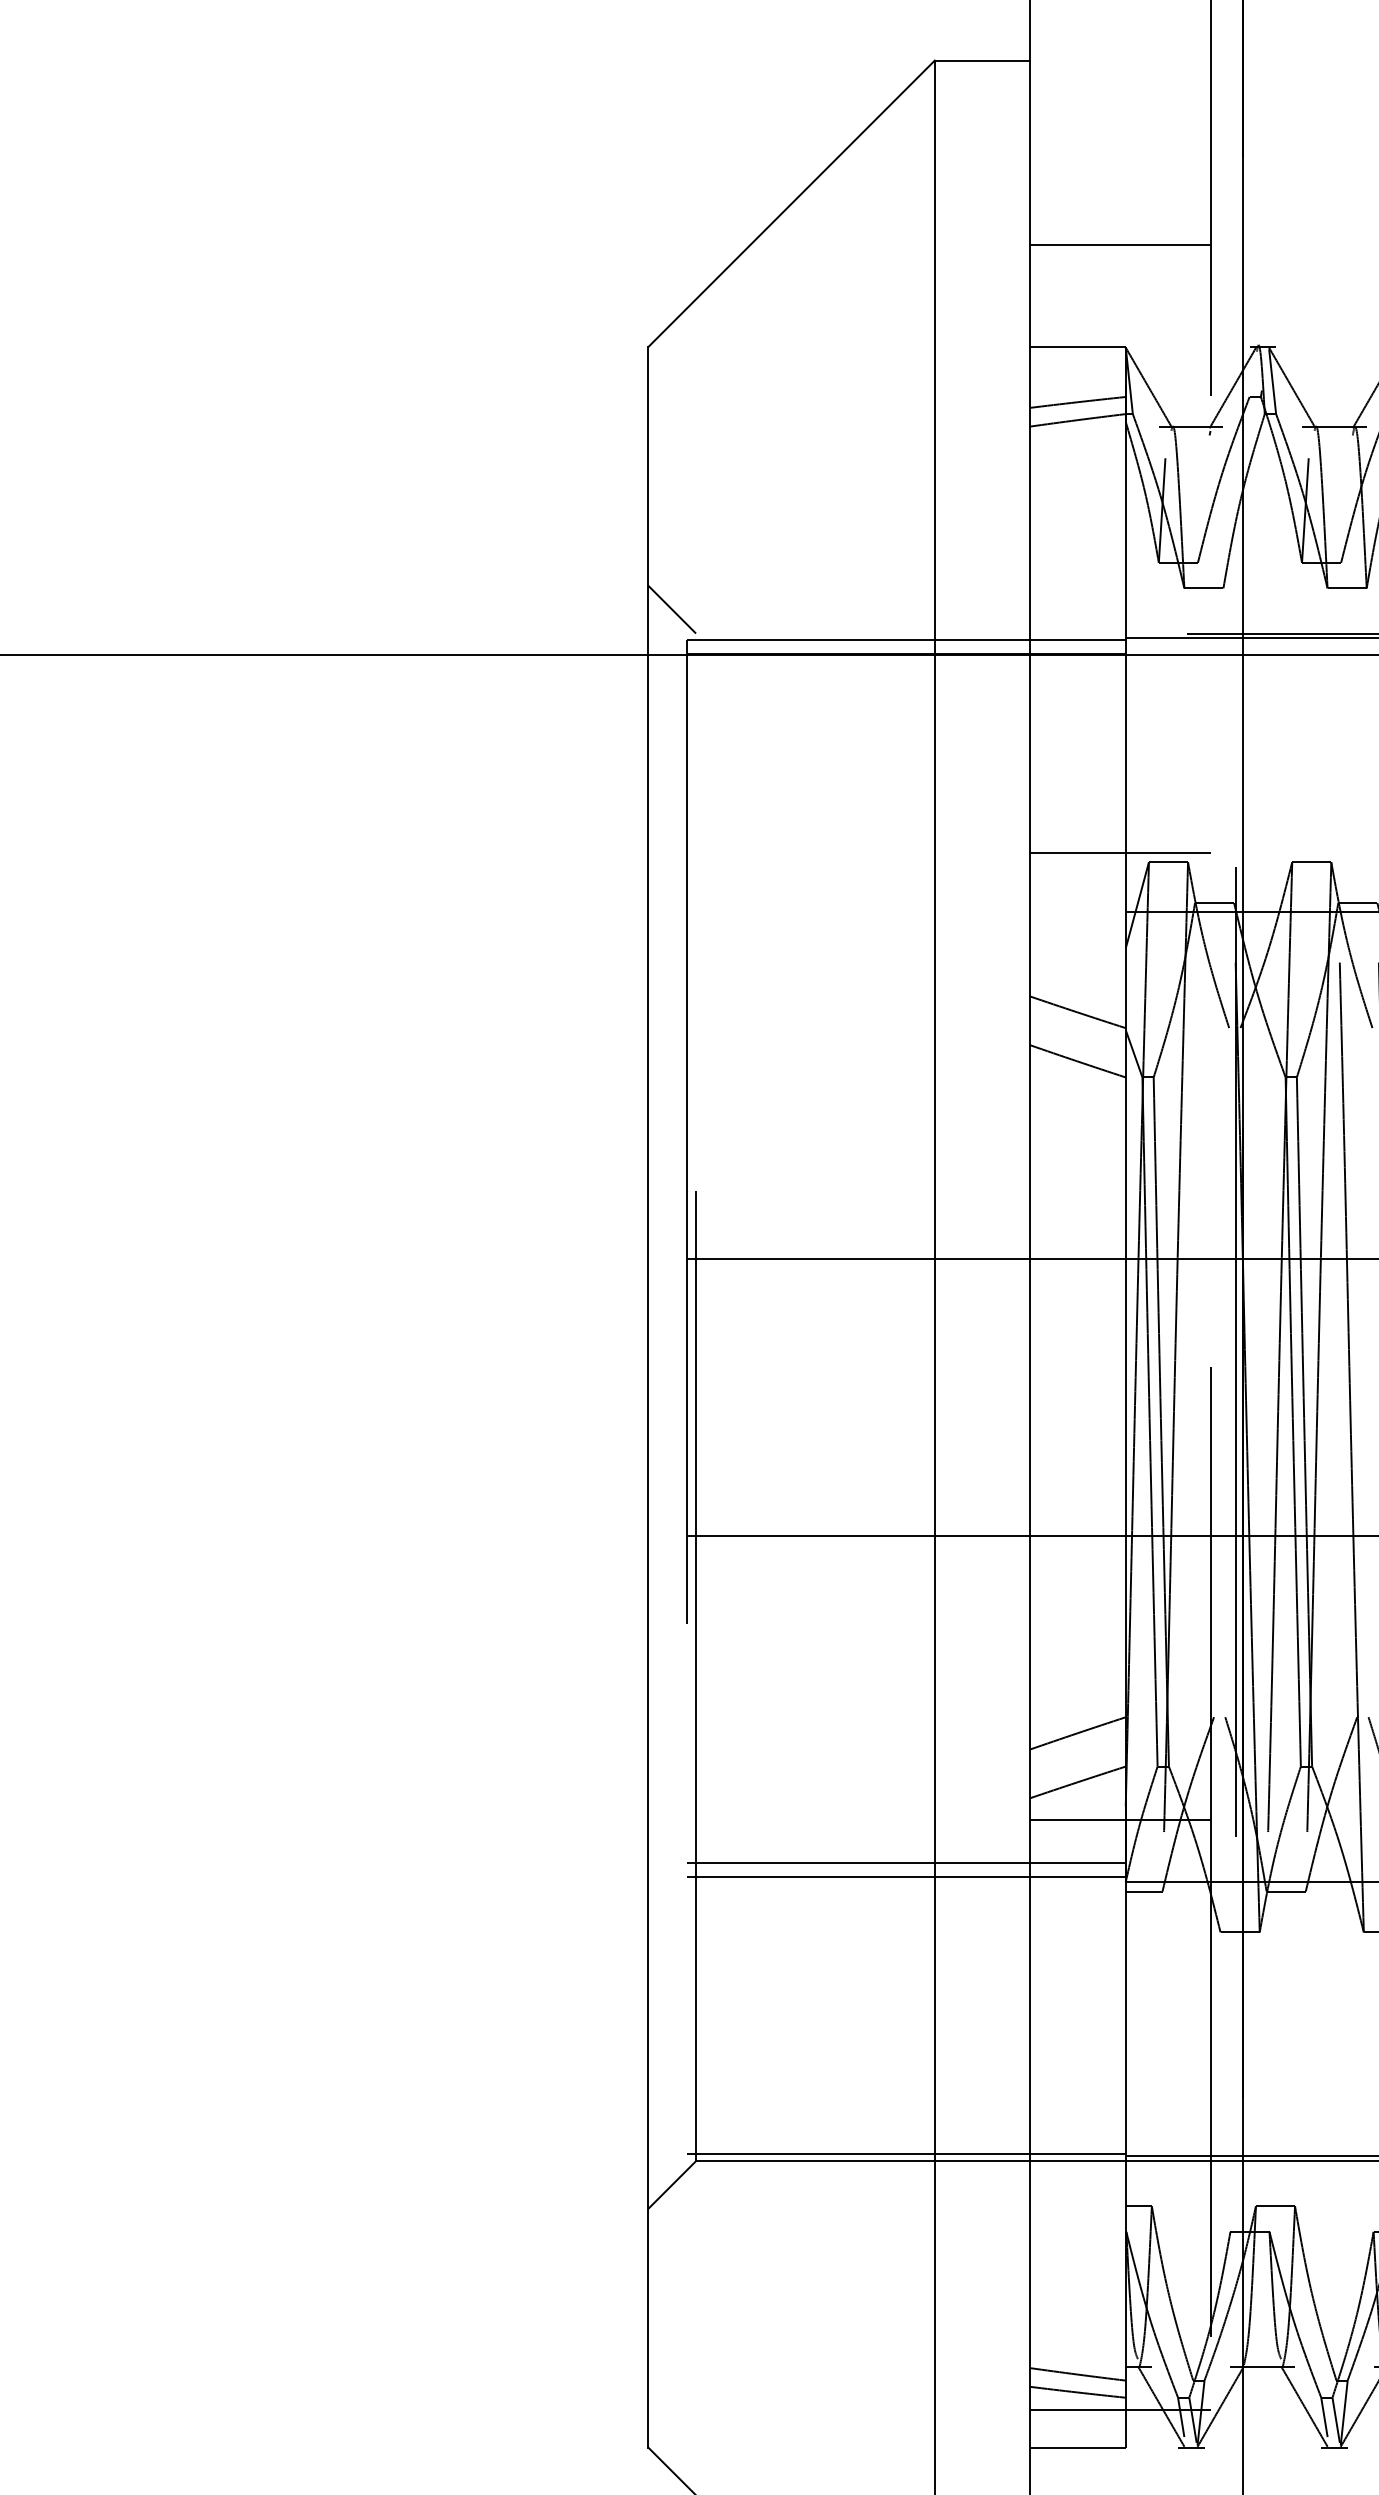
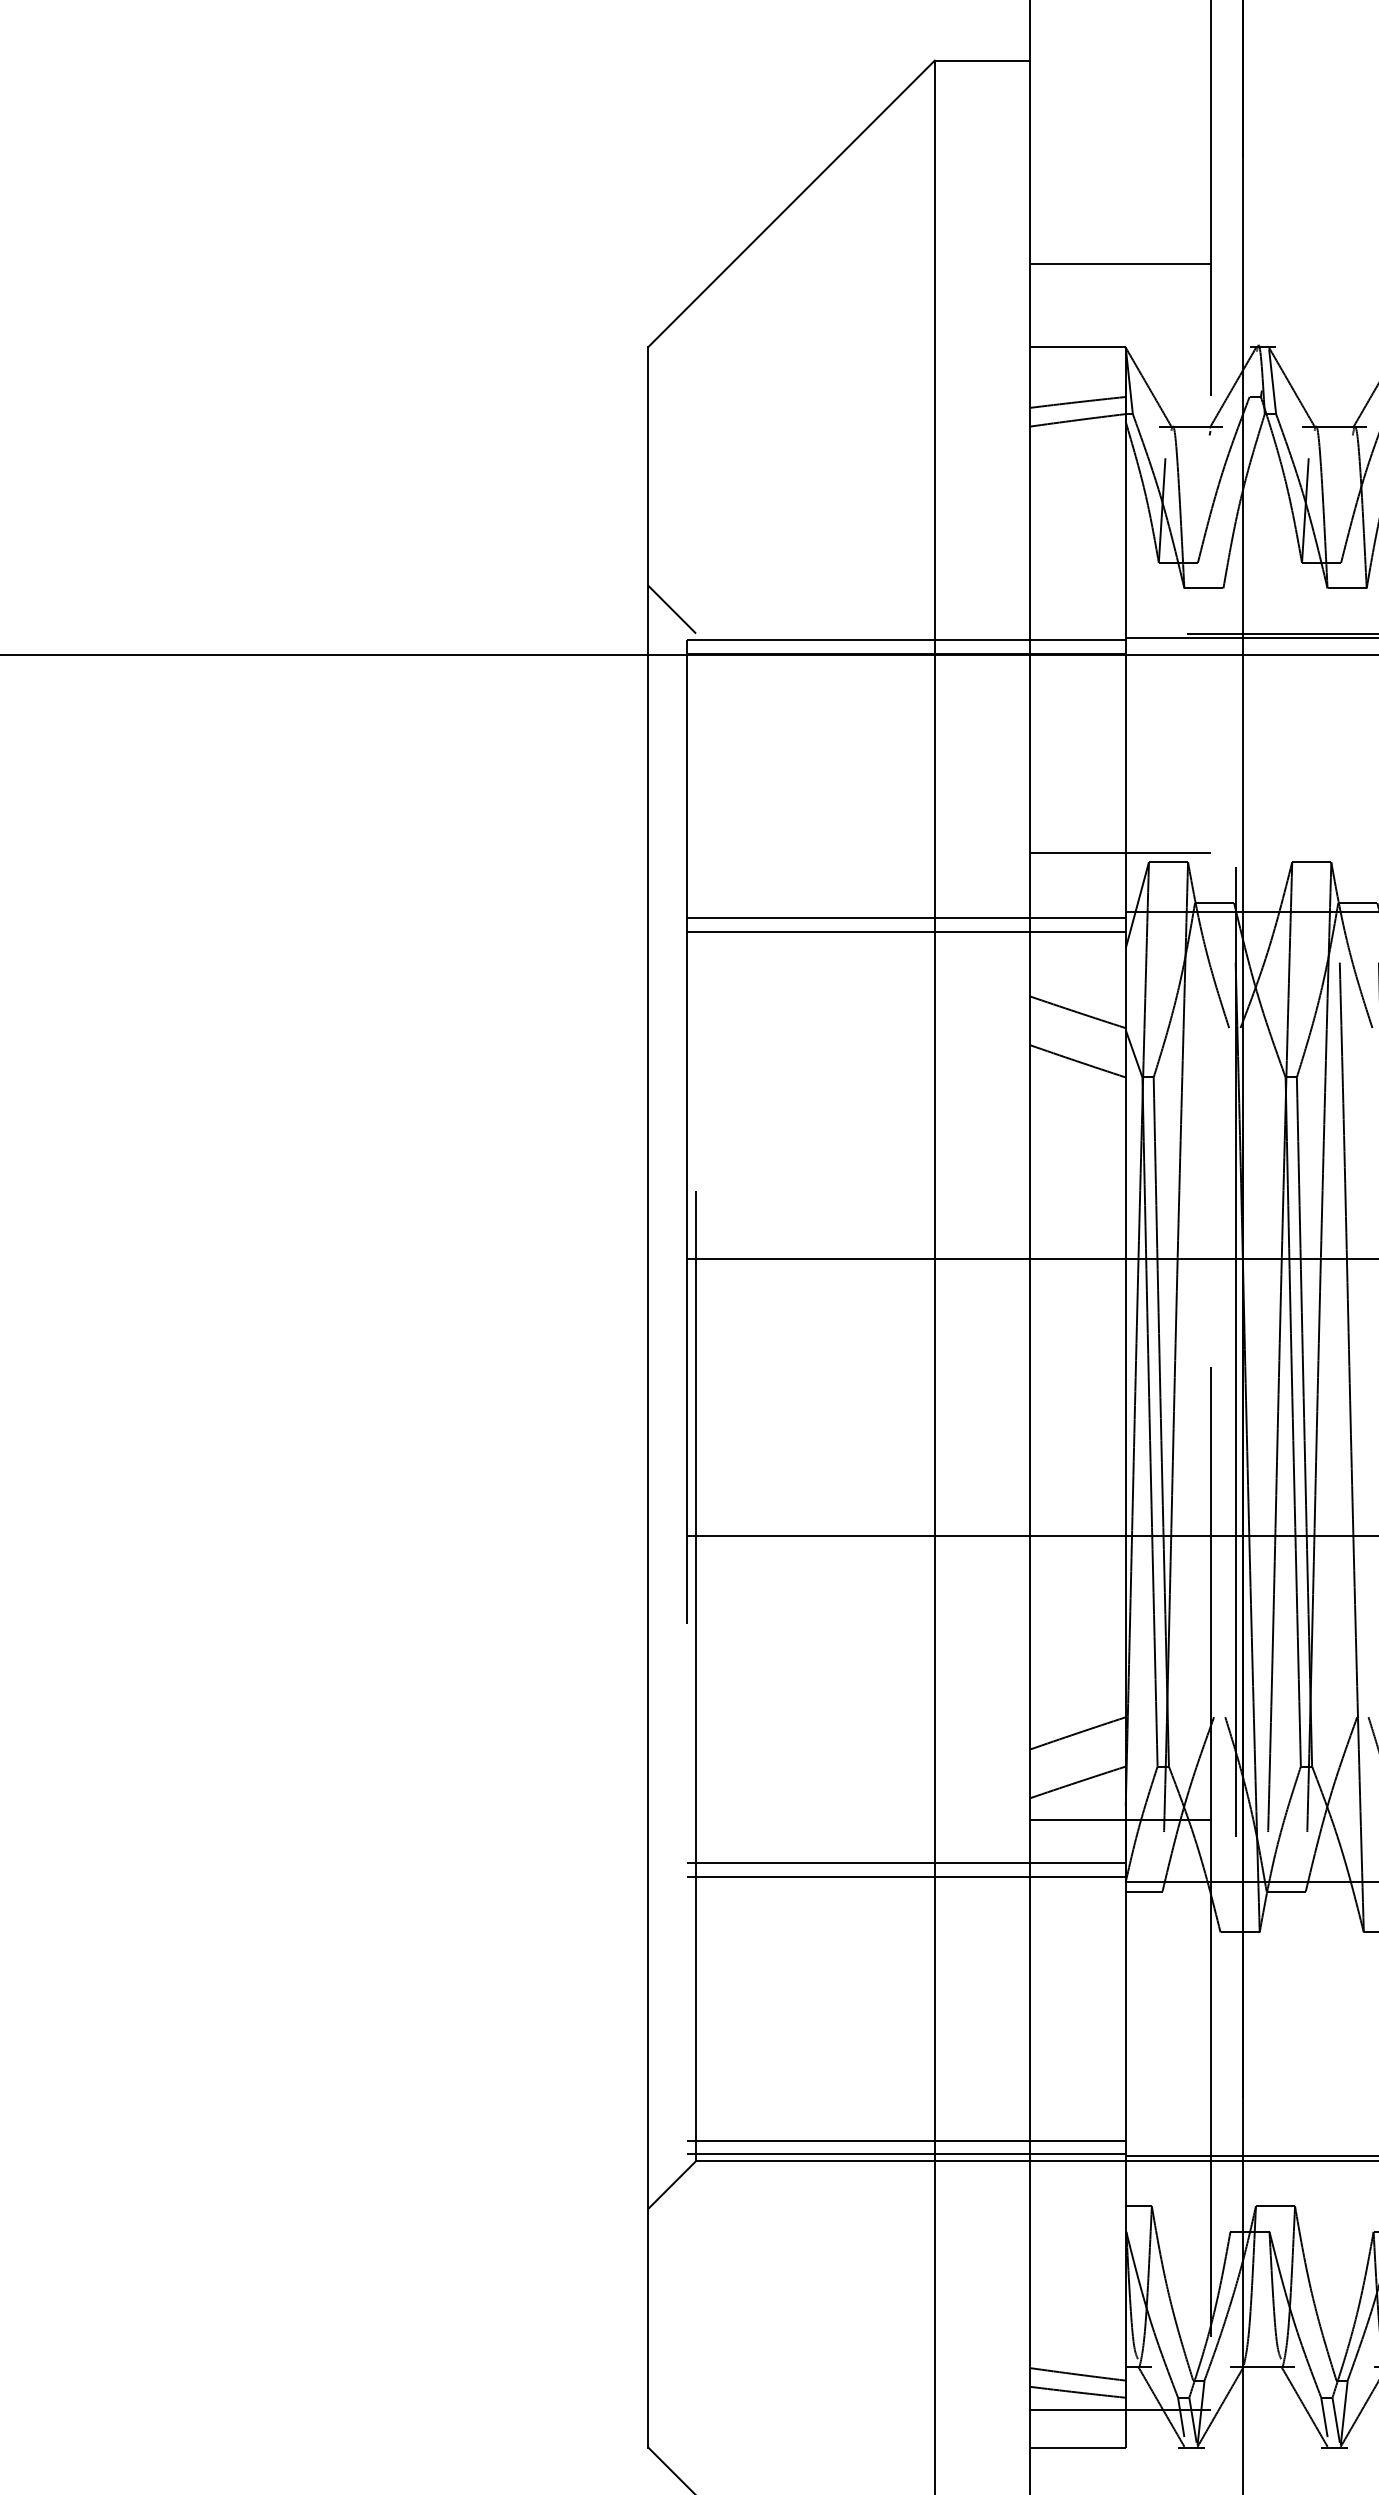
line at (1120, 244) position: (1120, 244) -> (1120, 263)
line at (905, 918): none -> present
line at (905, 931): none -> present
line at (905, 2140): none -> present
